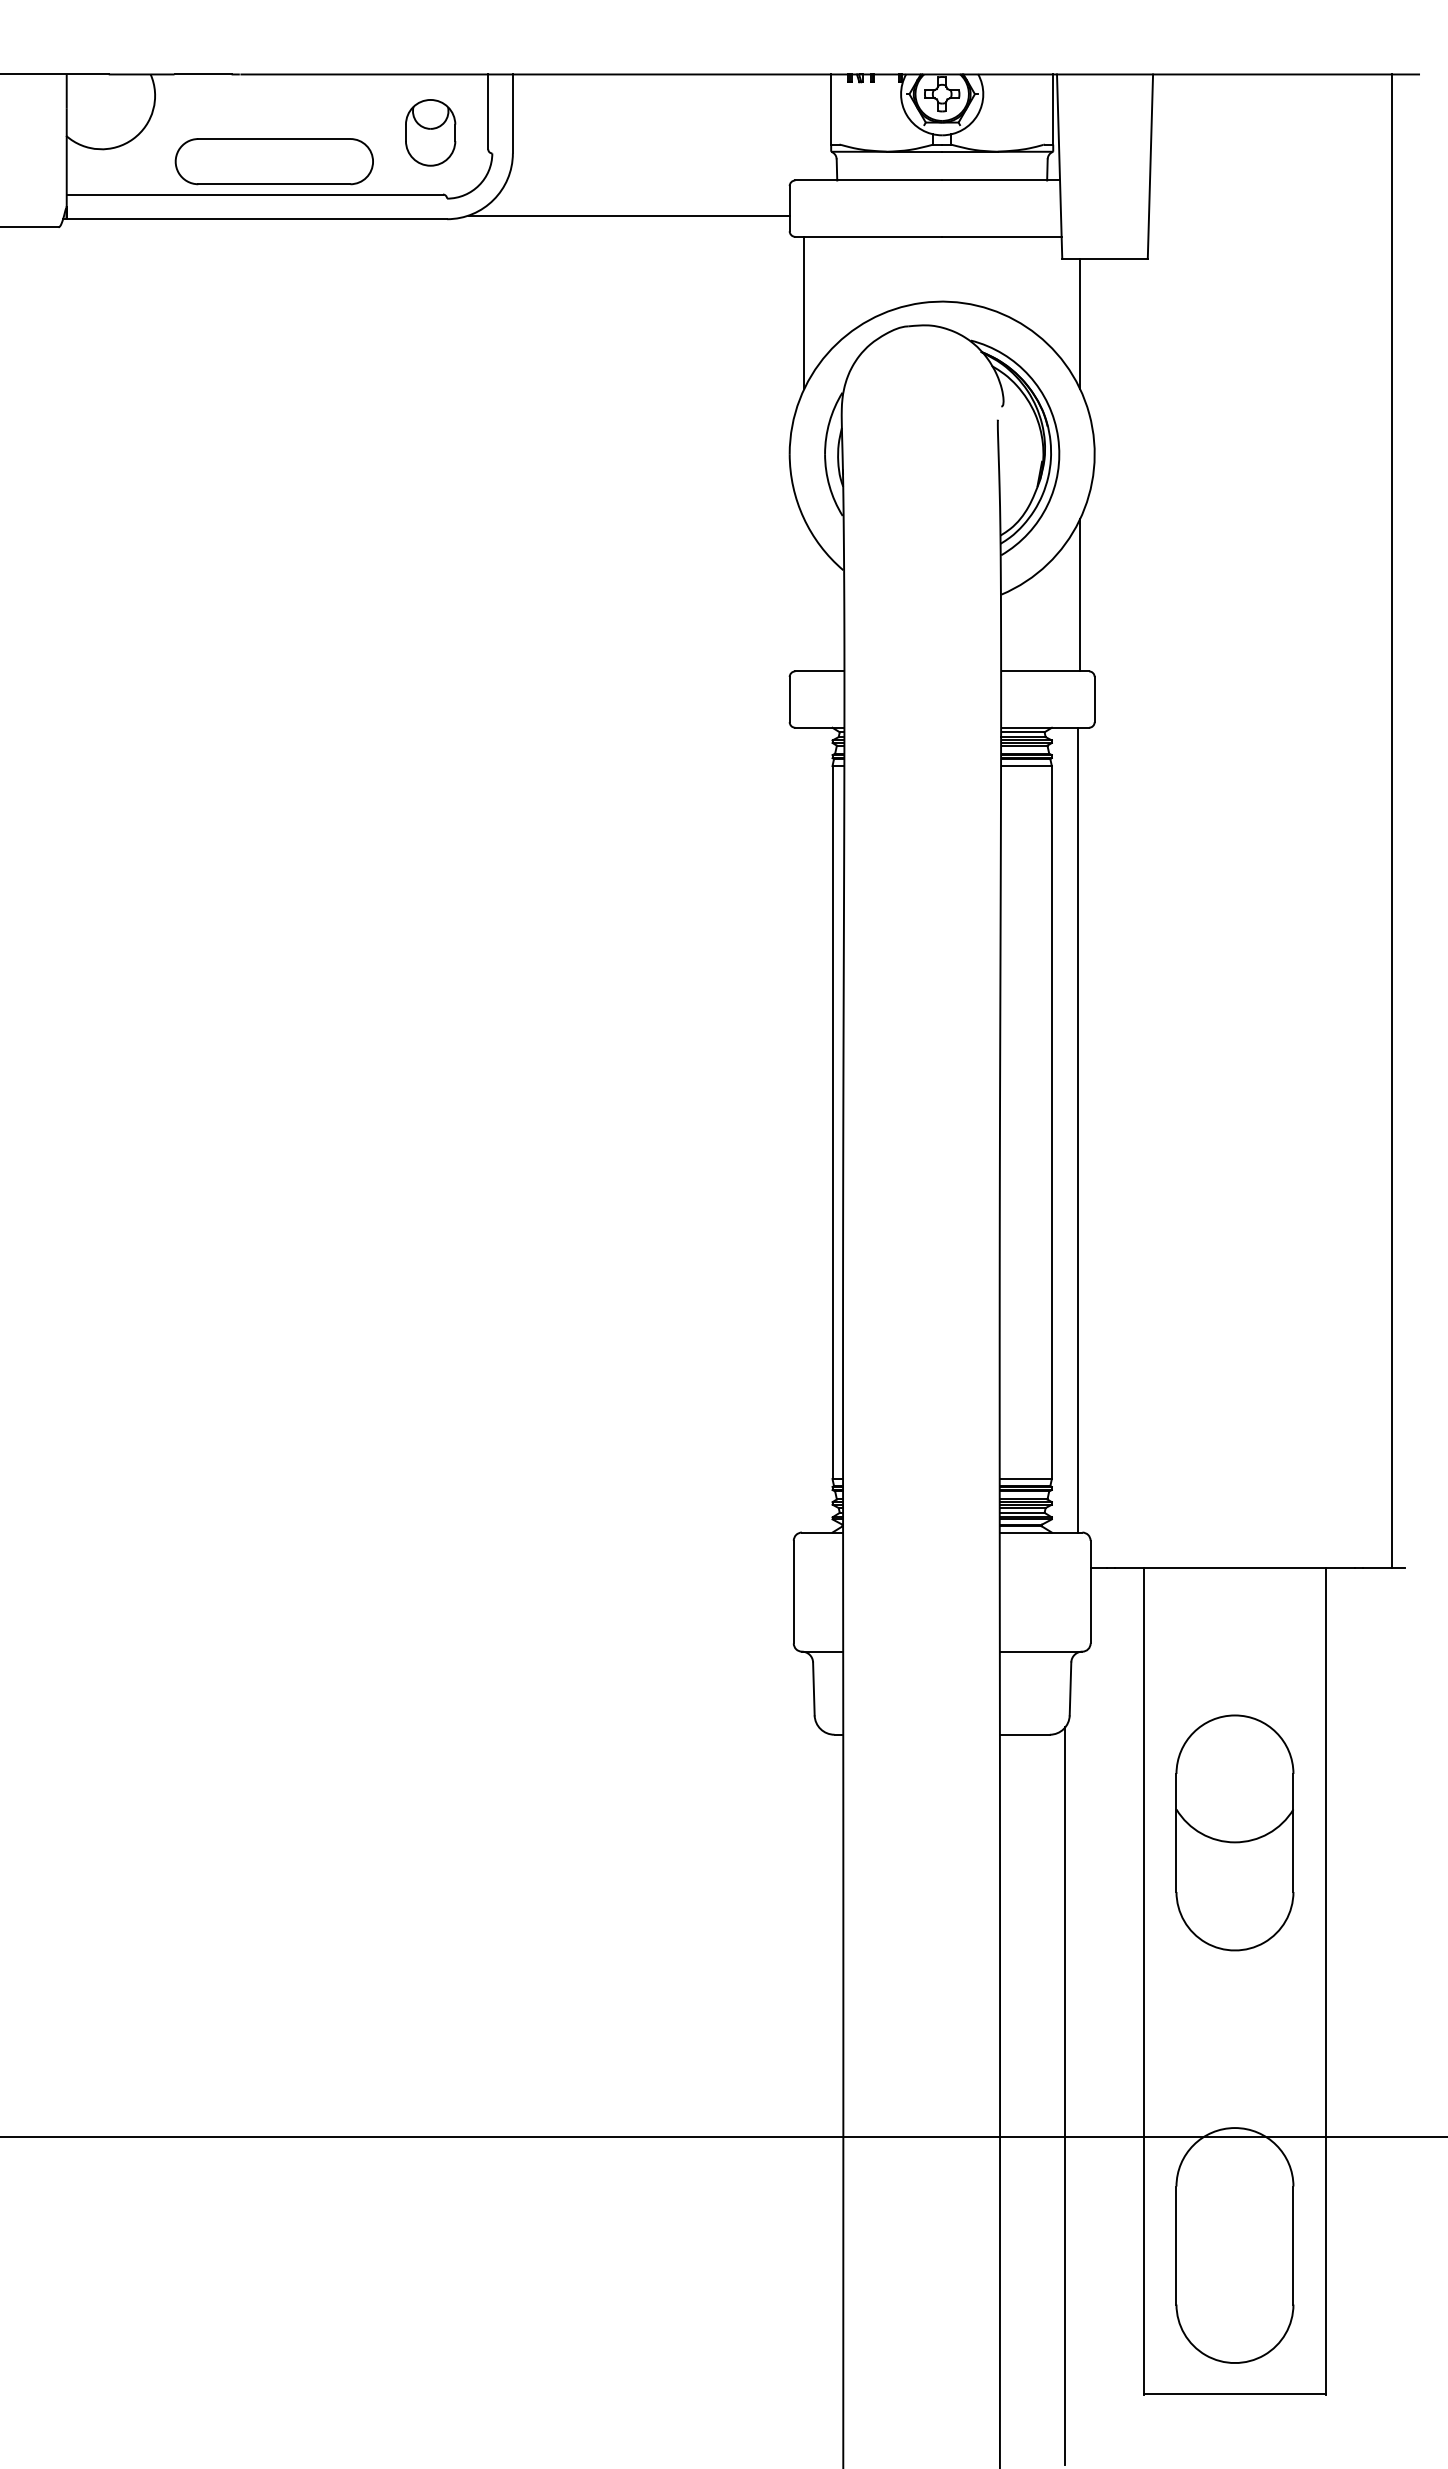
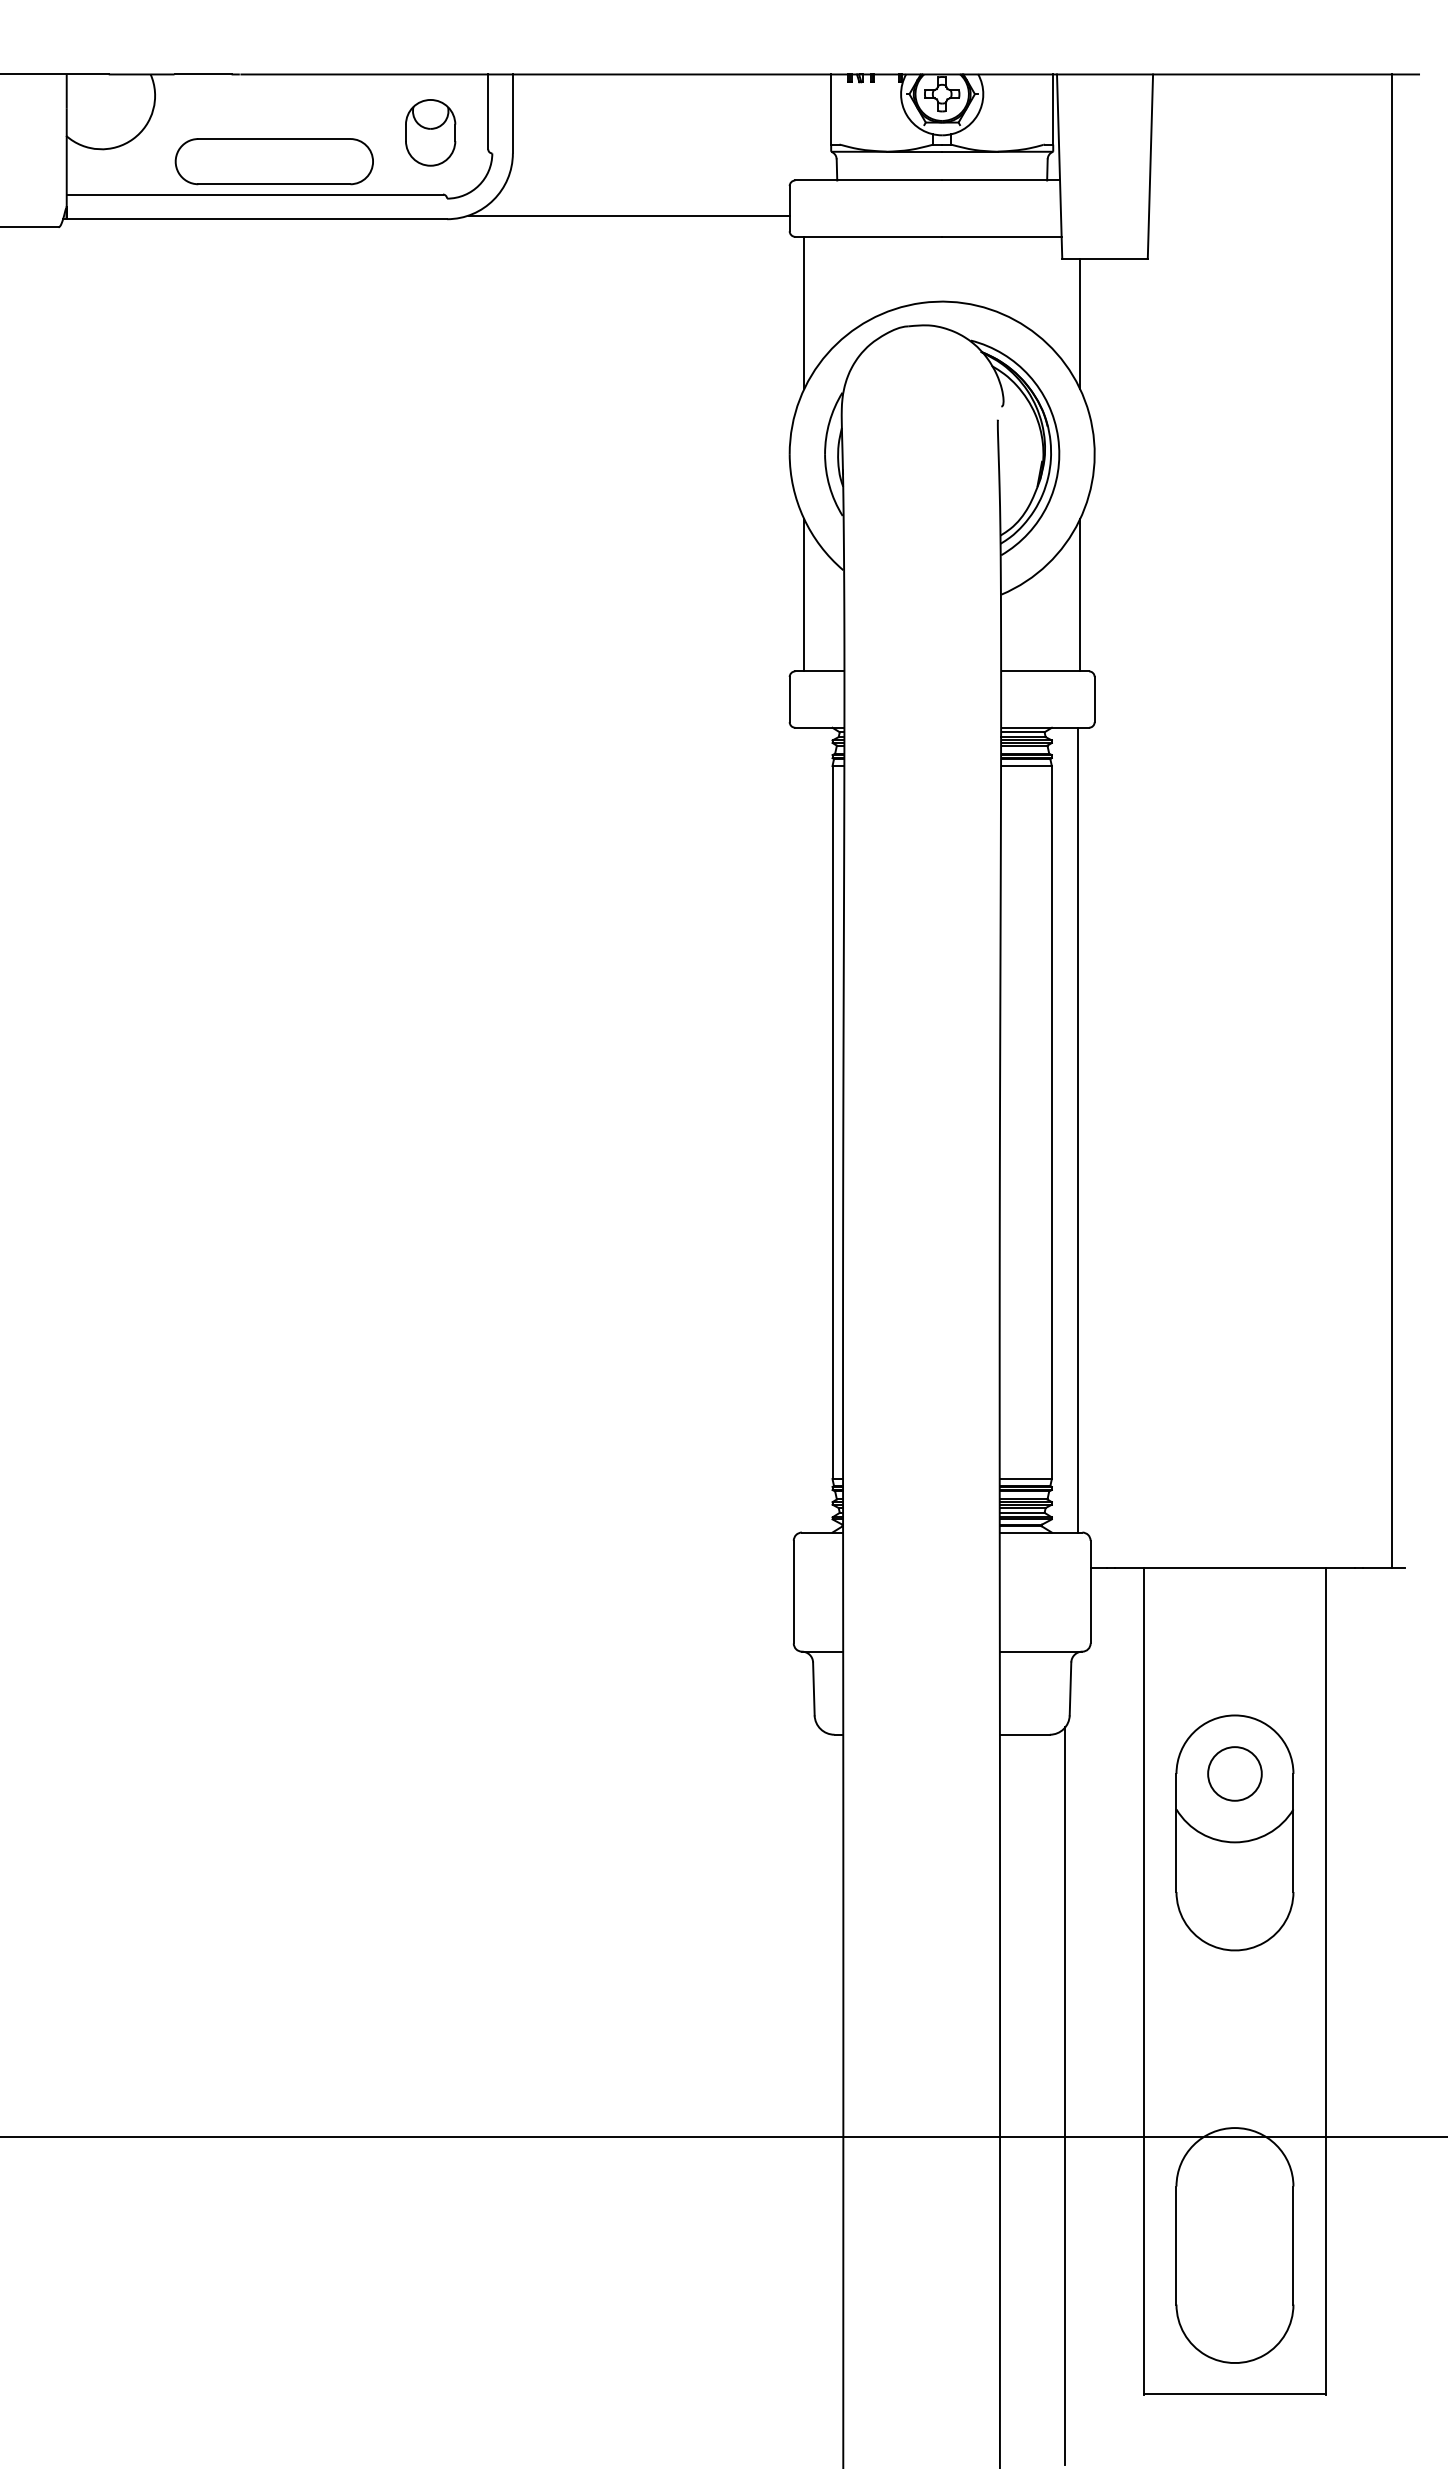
line at (804, 595): none -> present
circle at (1234, 1773): none -> present
